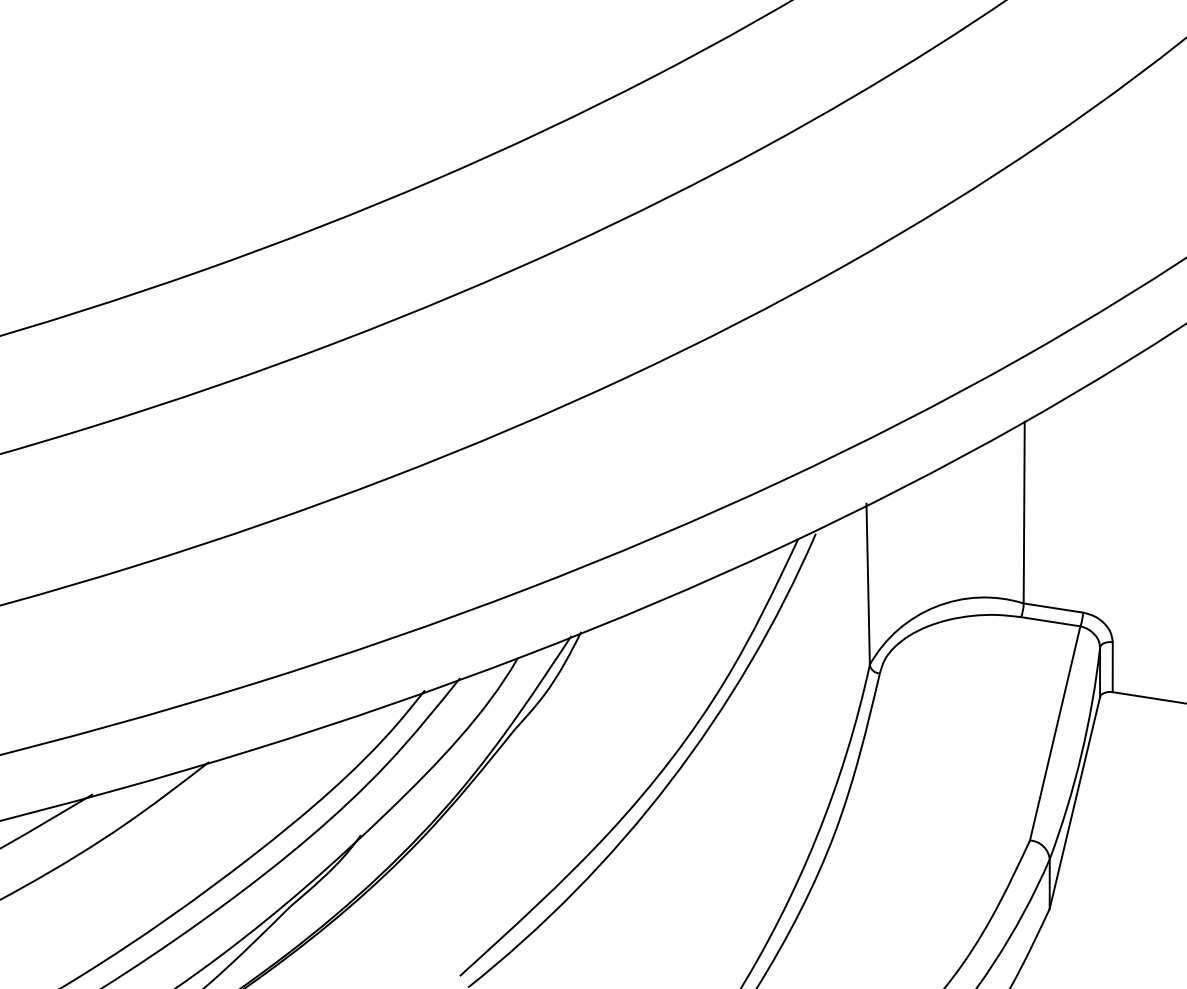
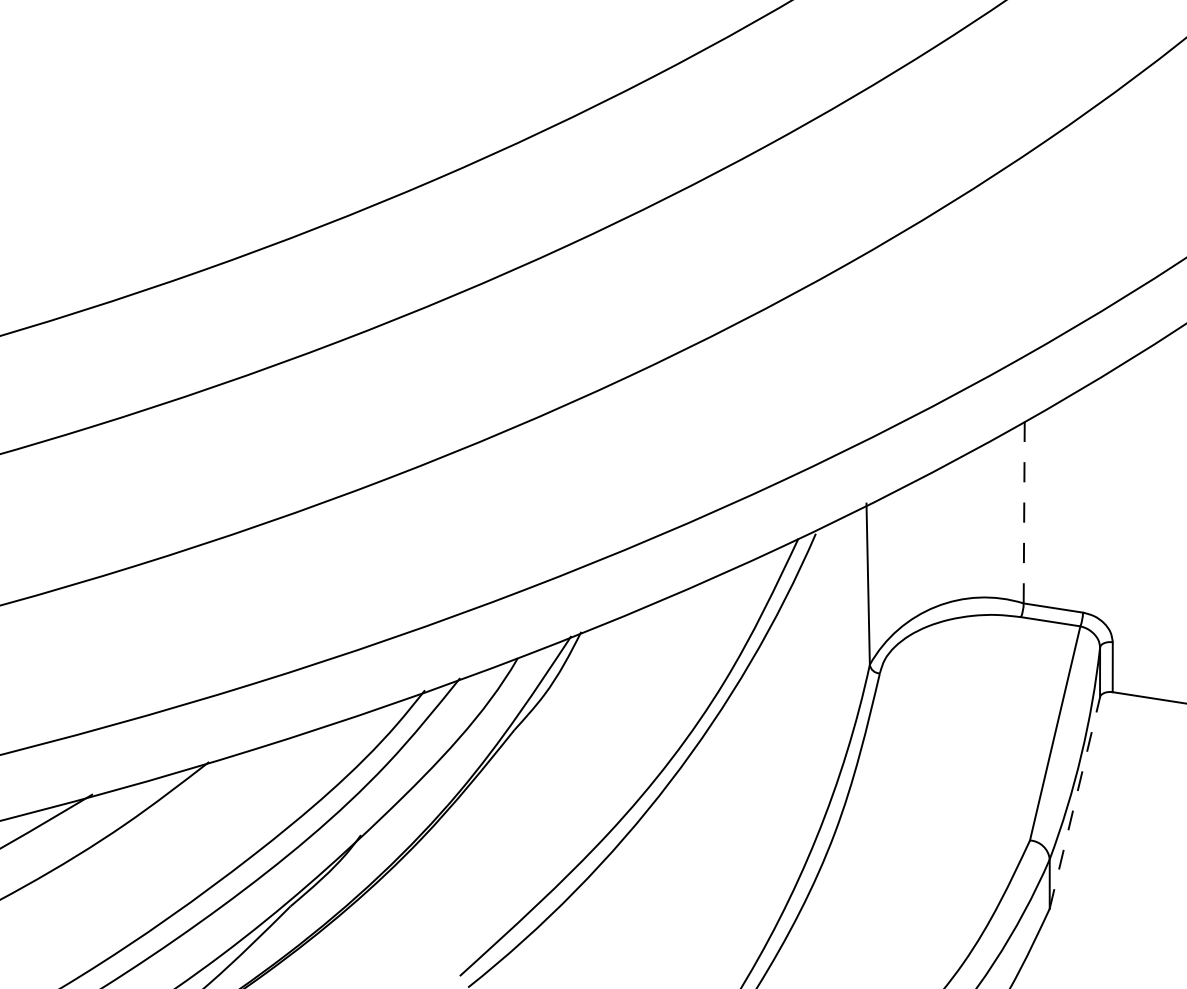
line at (1024, 512): solid -> dashed
line at (1074, 803): solid -> dashed
